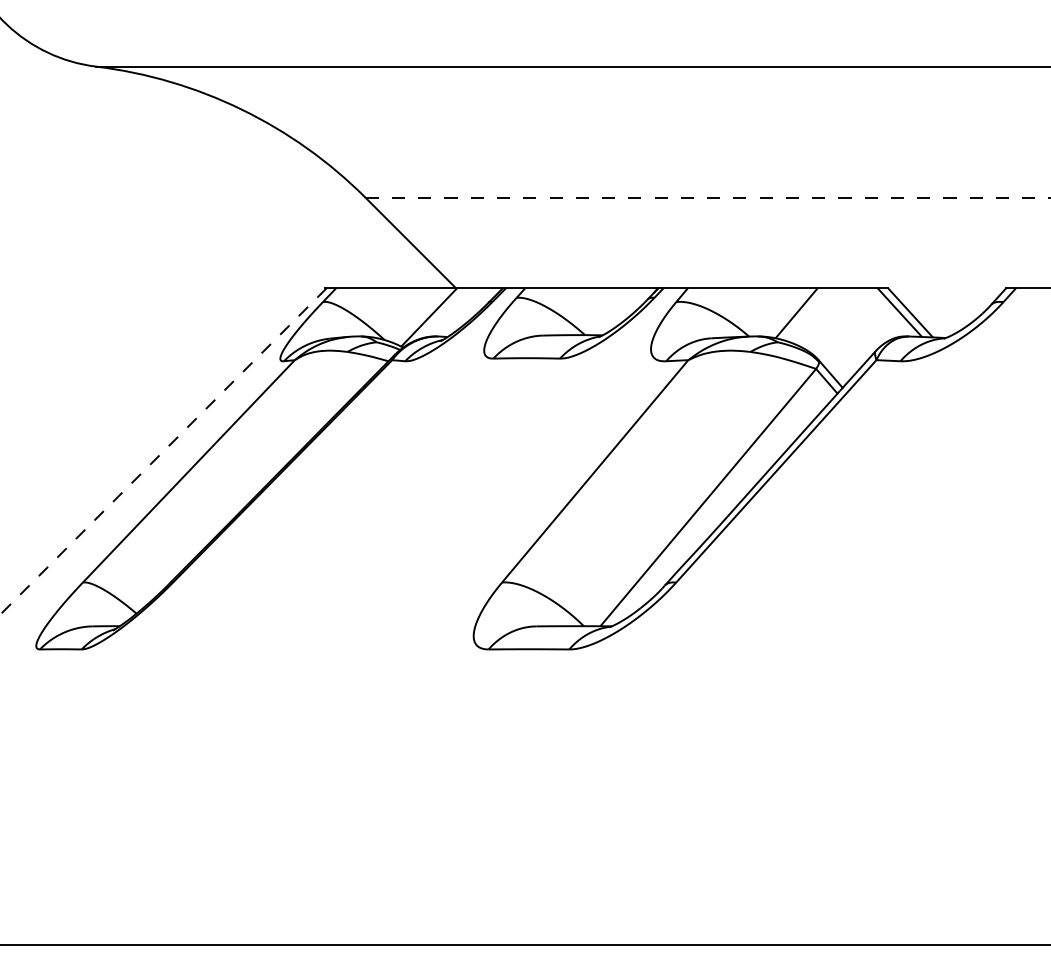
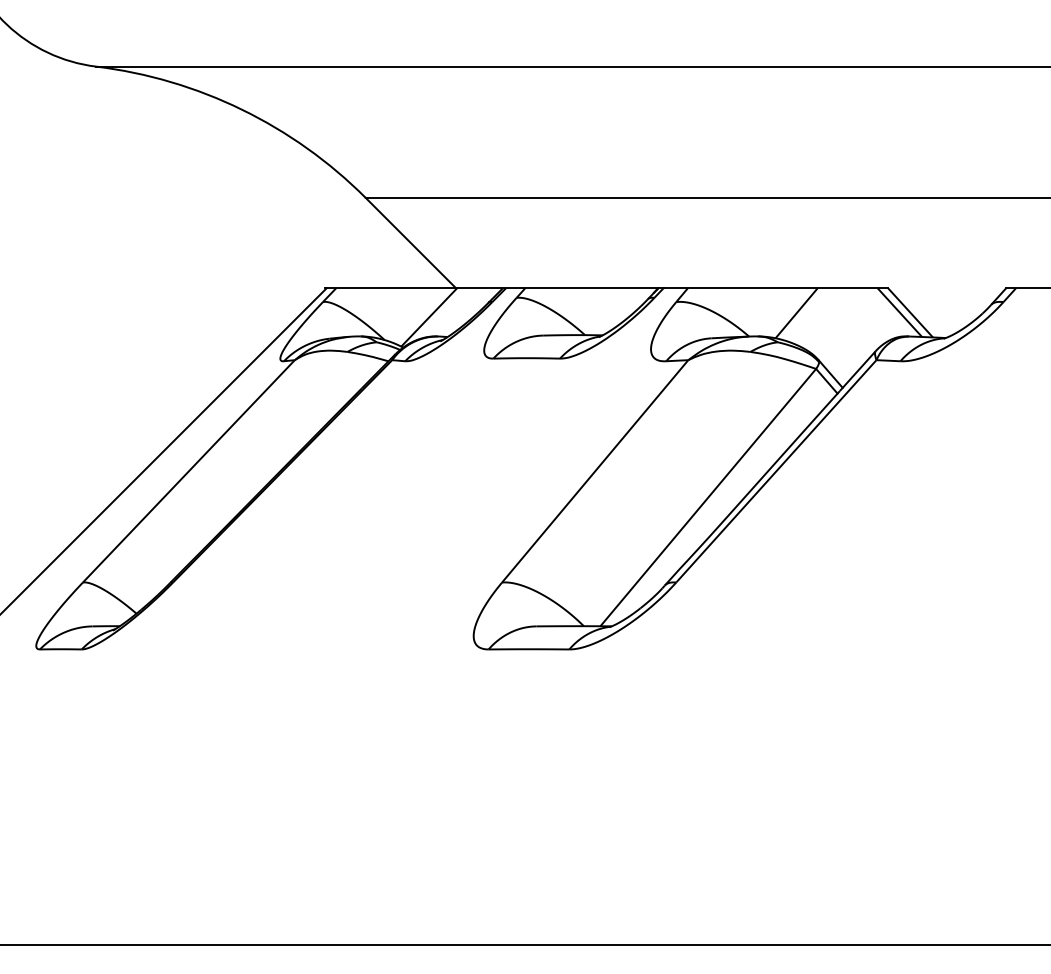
line at (707, 197): dashed -> solid
line at (163, 451): dashed -> solid
